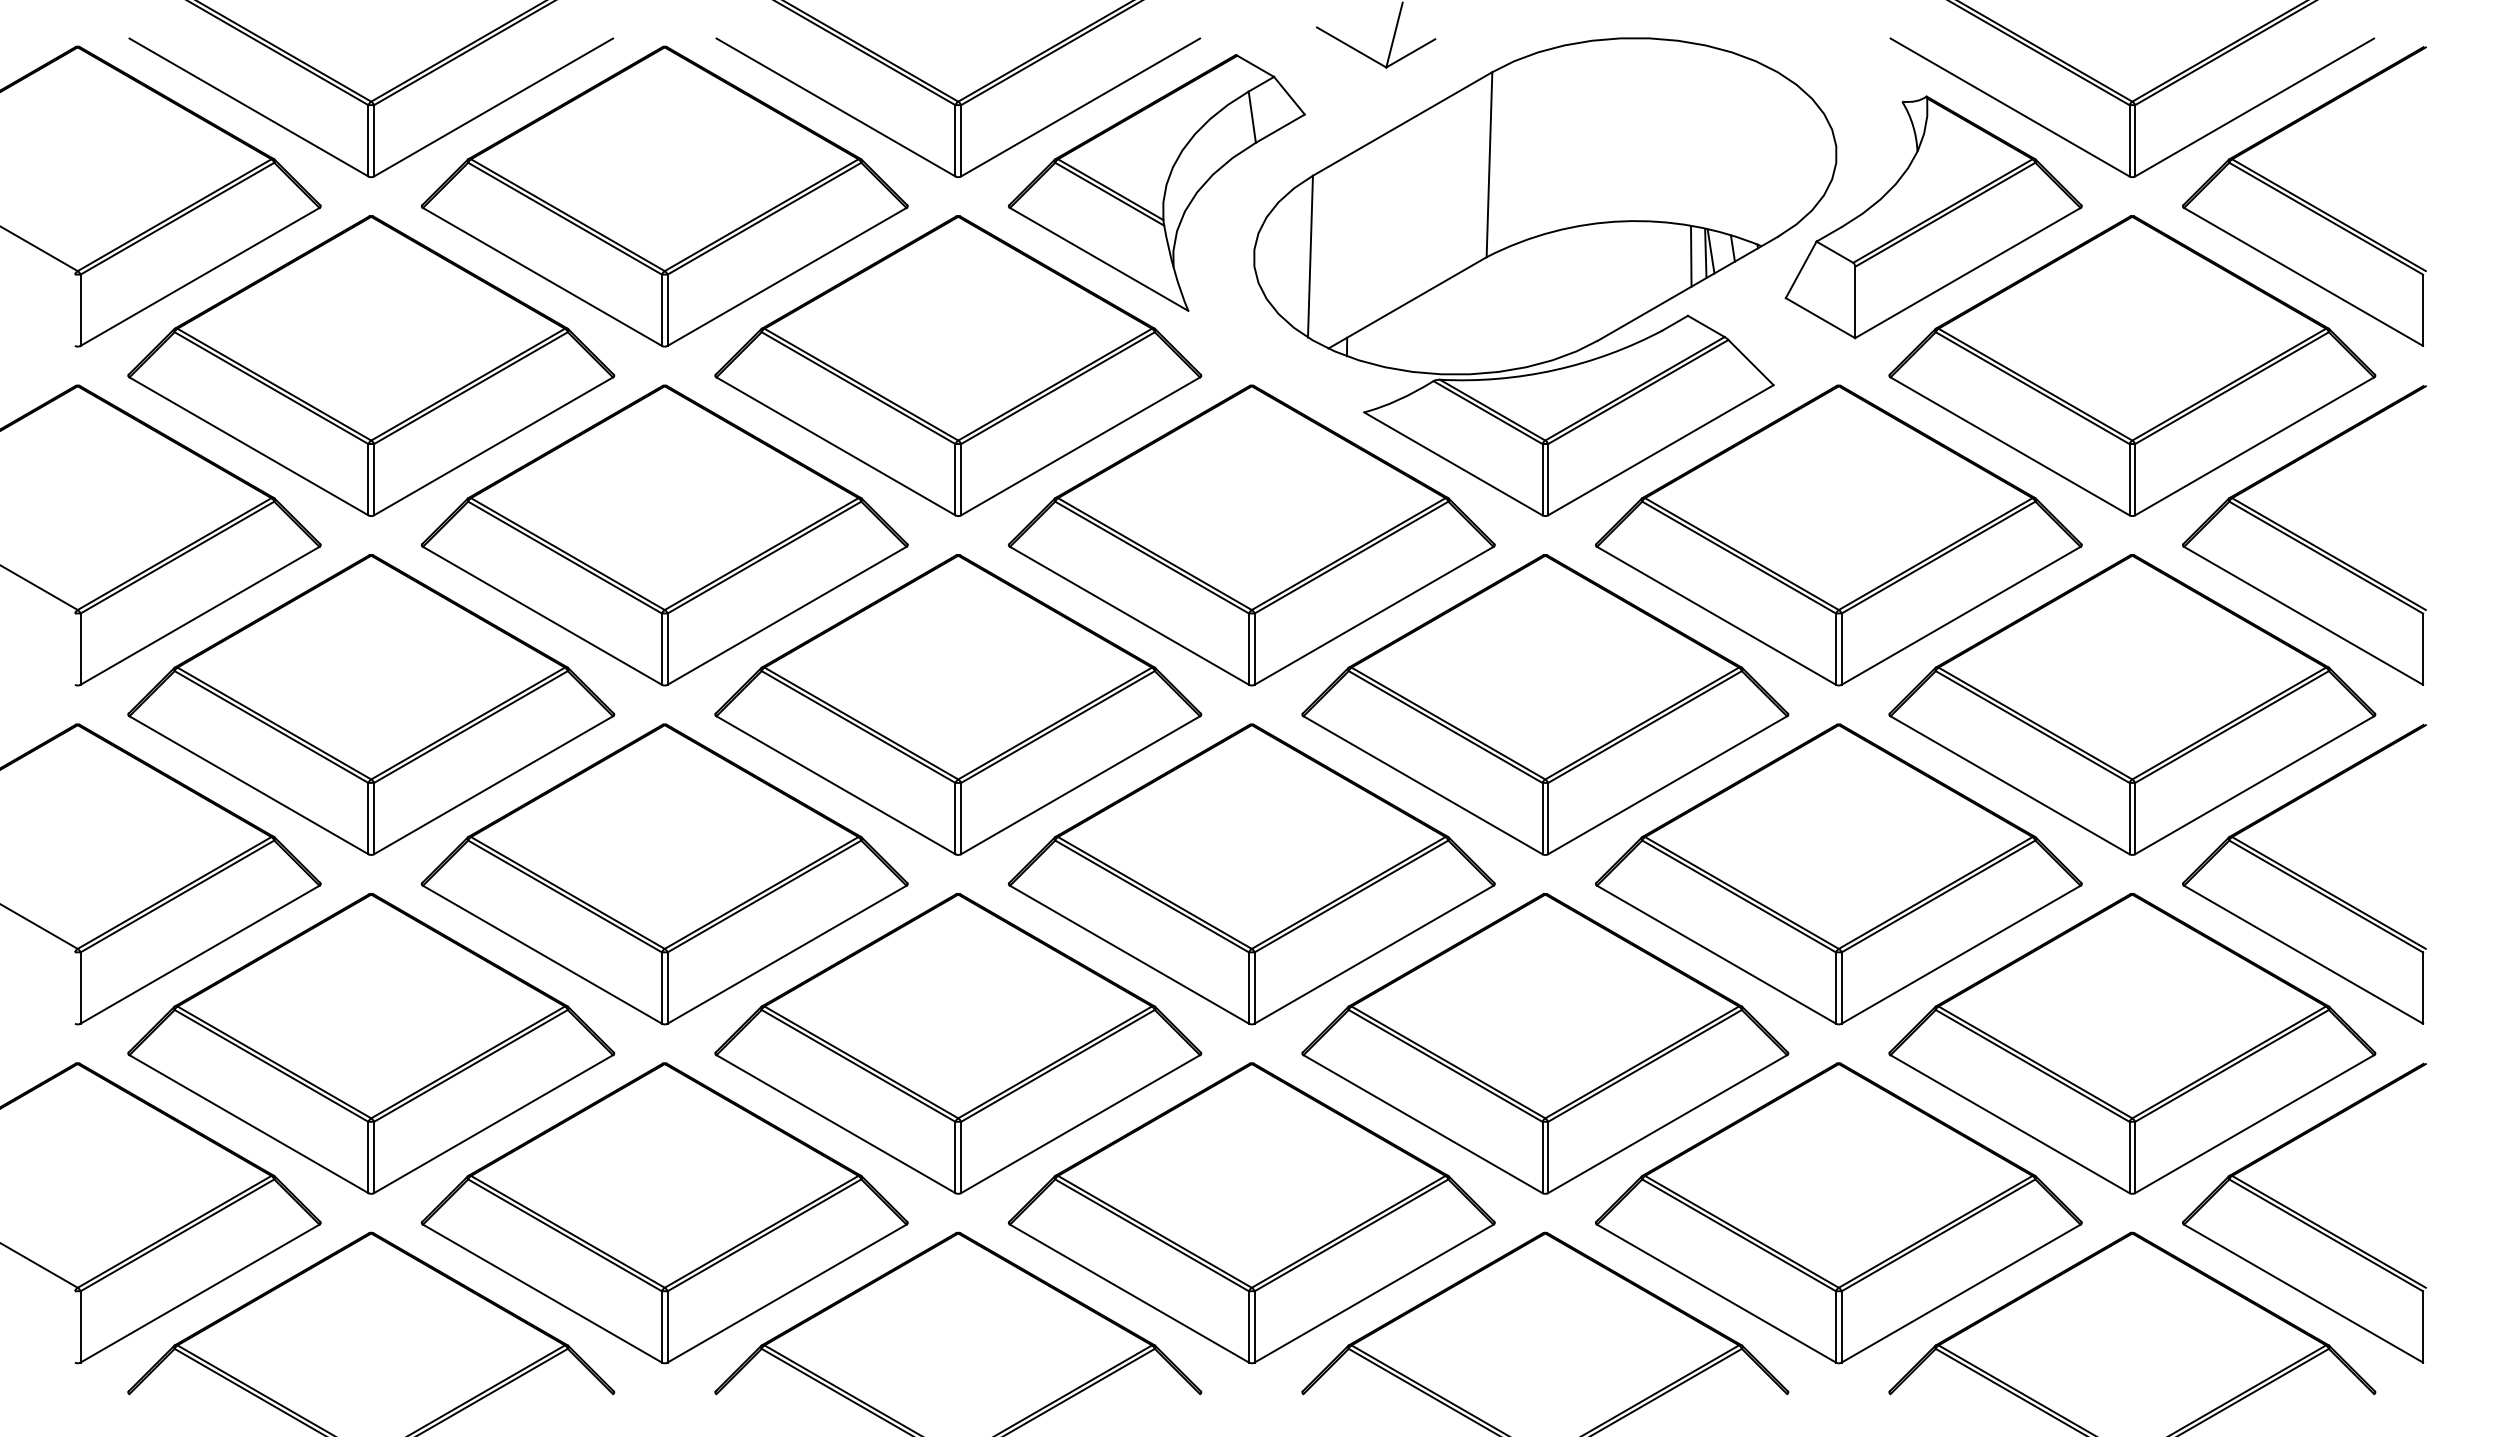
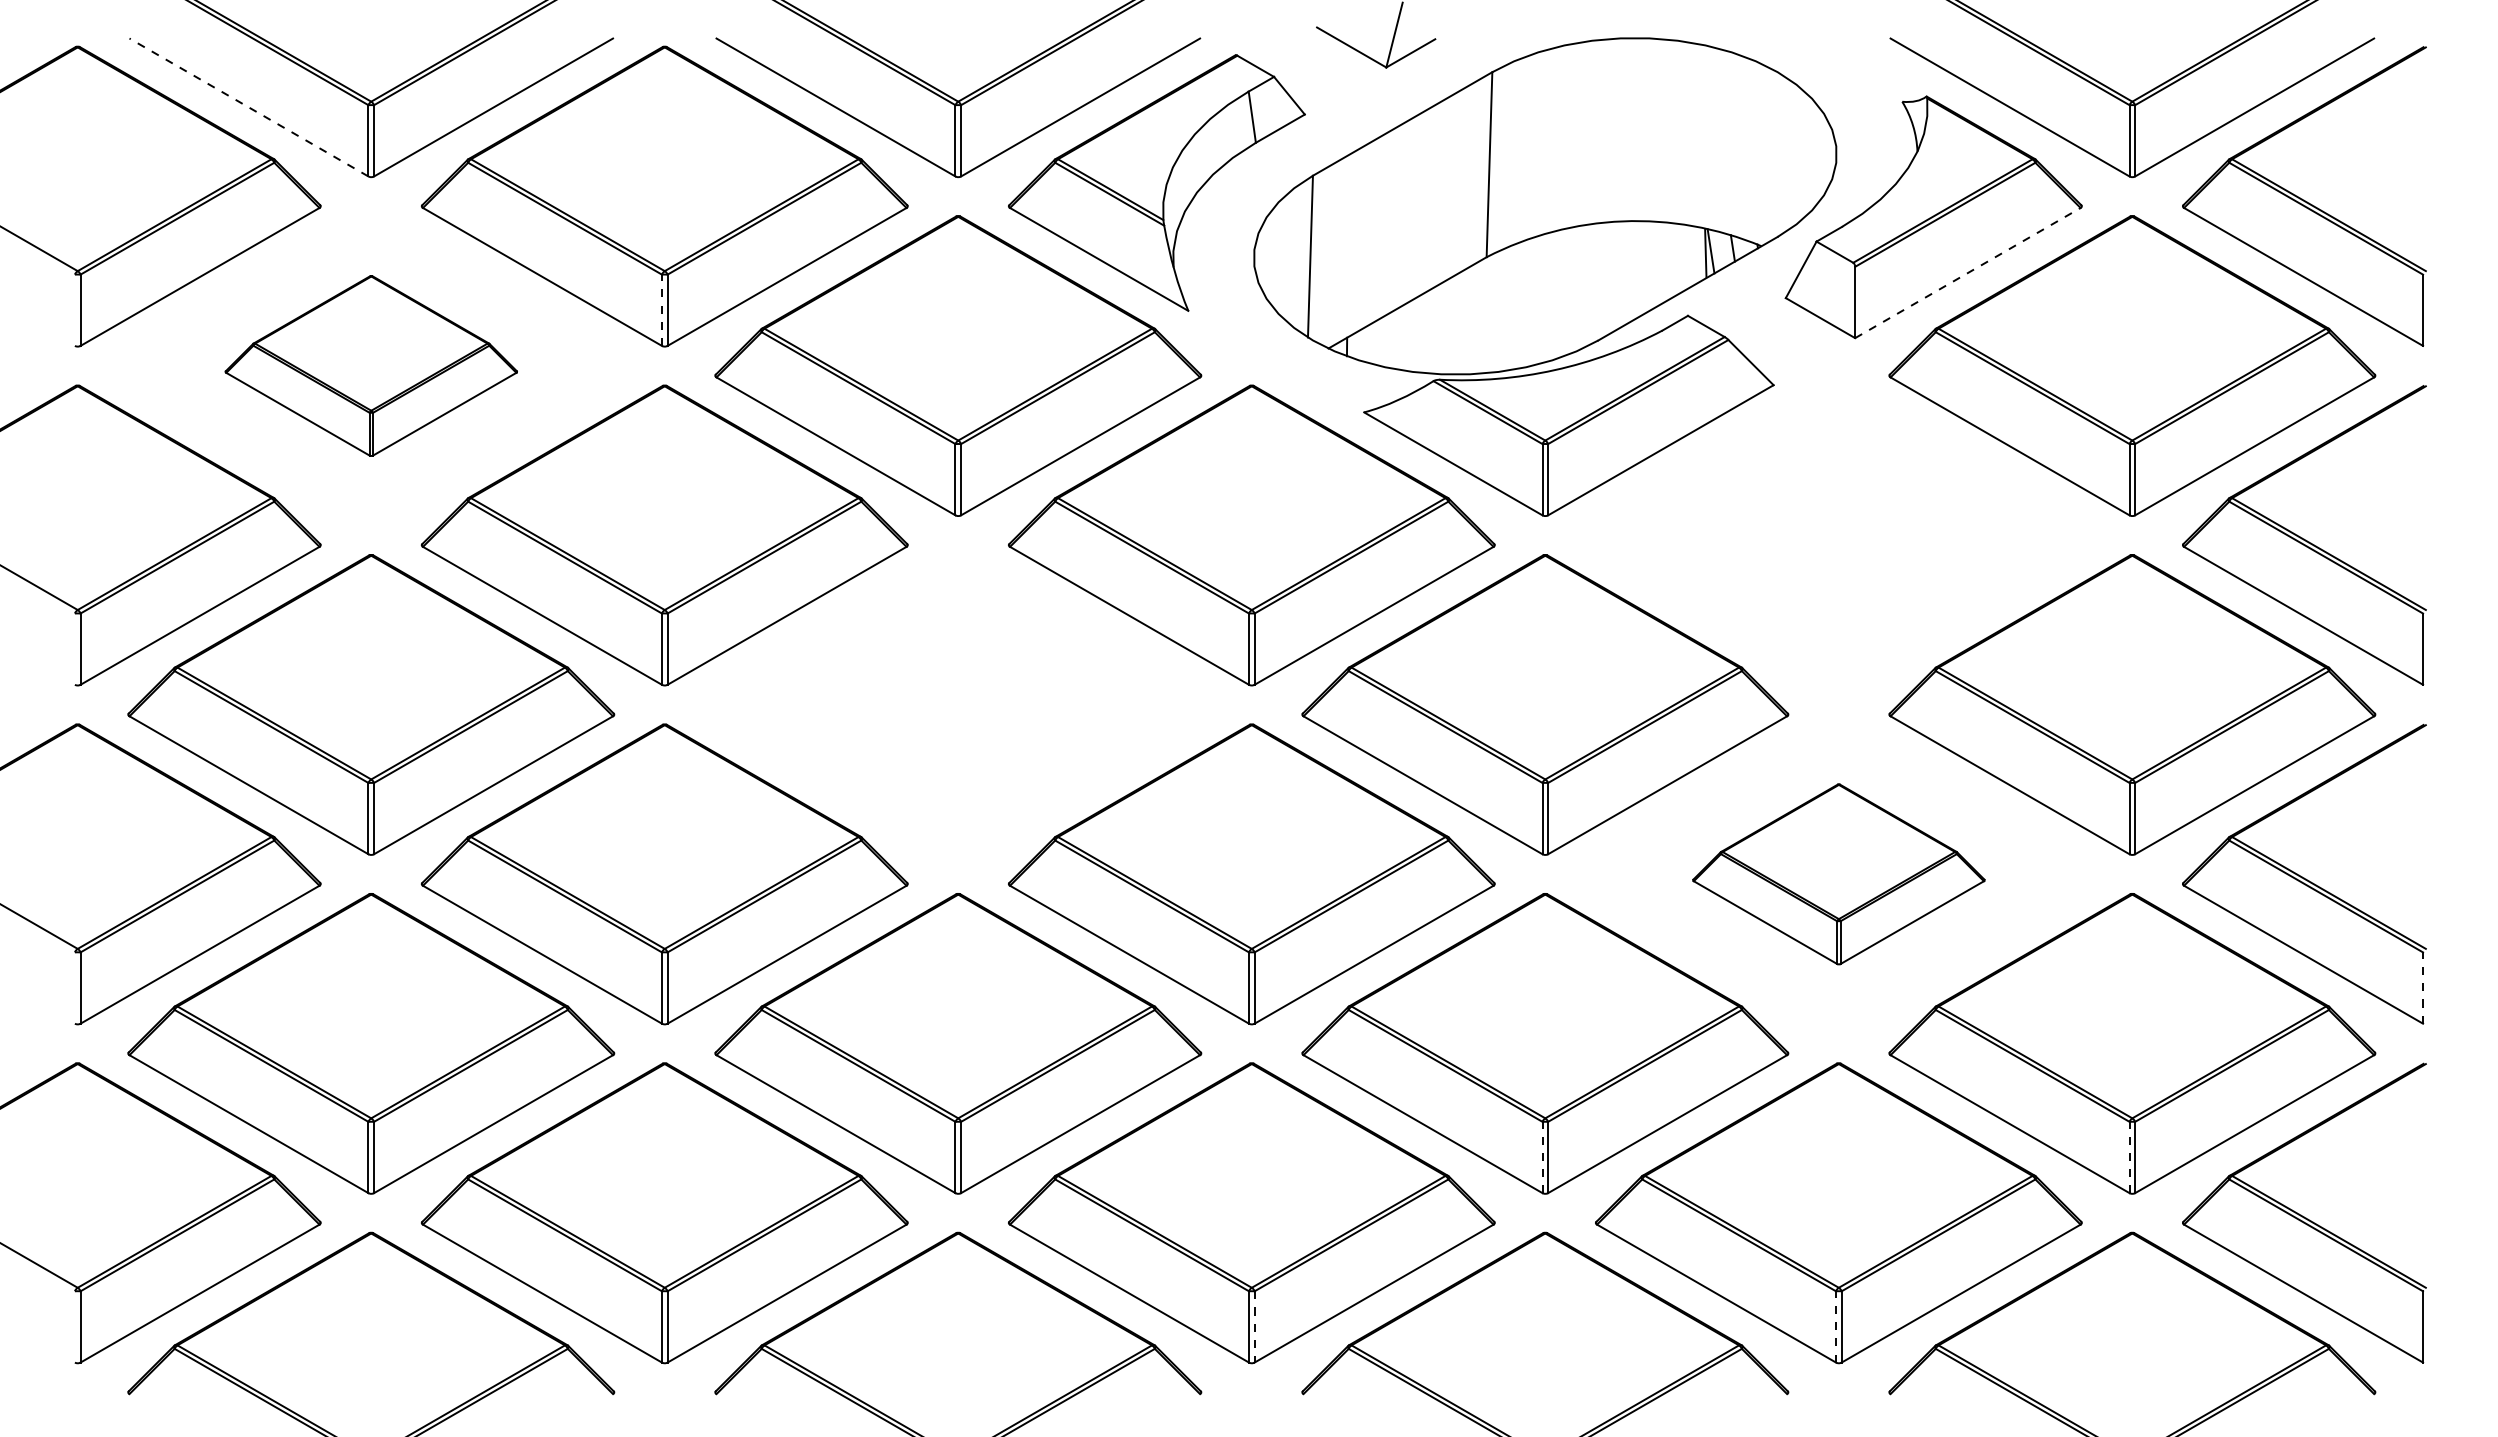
line at (248, 107): solid -> dashed
line at (1691, 256): present -> none
line at (1968, 272): solid -> dashed
line at (661, 310): solid -> dashed
part at (371, 365) size: 489x302 px -> 294x182 px
part at (1838, 535): present -> none
part at (958, 704): present -> none
part at (1838, 874) size: 488x303 px -> 294x183 px
line at (2423, 988): solid -> dashed
line at (1542, 1157): solid -> dashed
line at (2129, 1157): solid -> dashed
line at (1254, 1326): solid -> dashed
line at (1836, 1326): solid -> dashed
